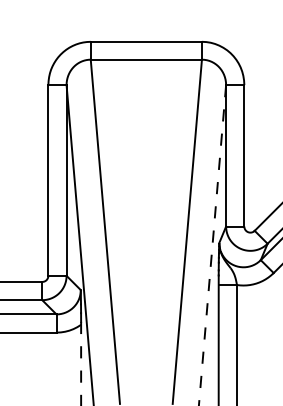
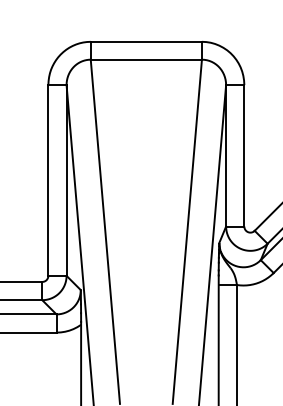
line at (212, 245): dashed -> solid
line at (81, 363): dashed -> solid
